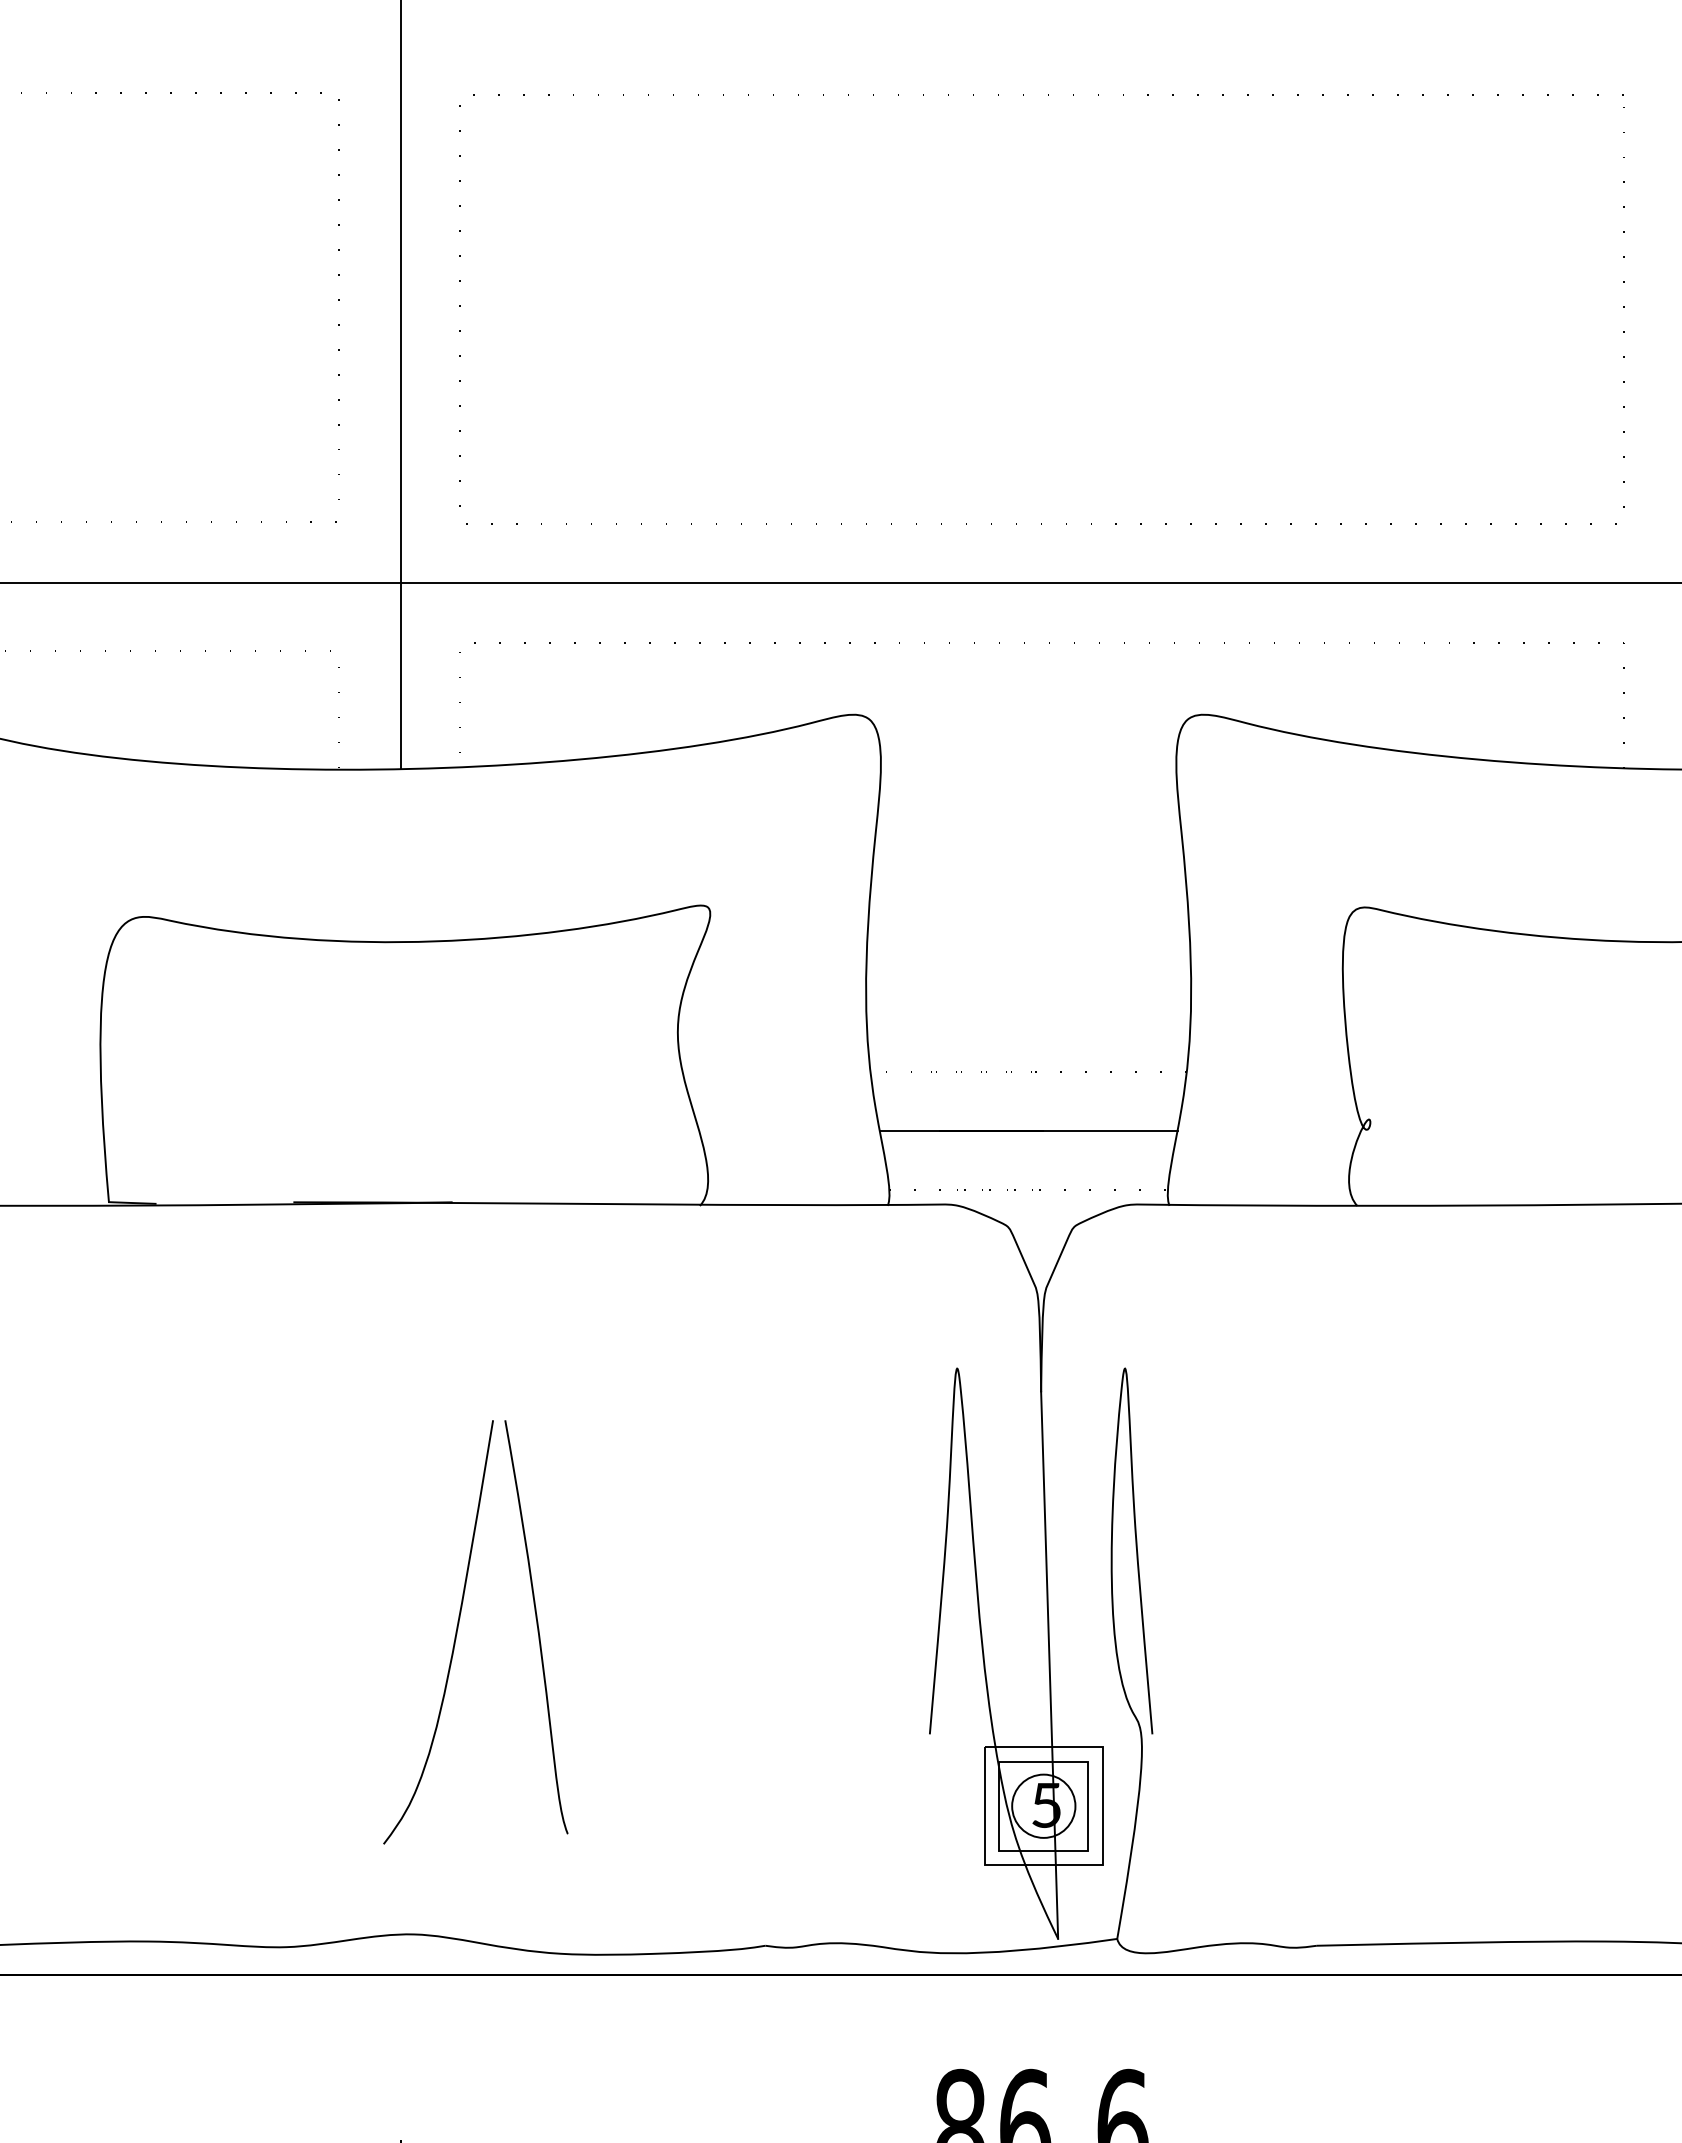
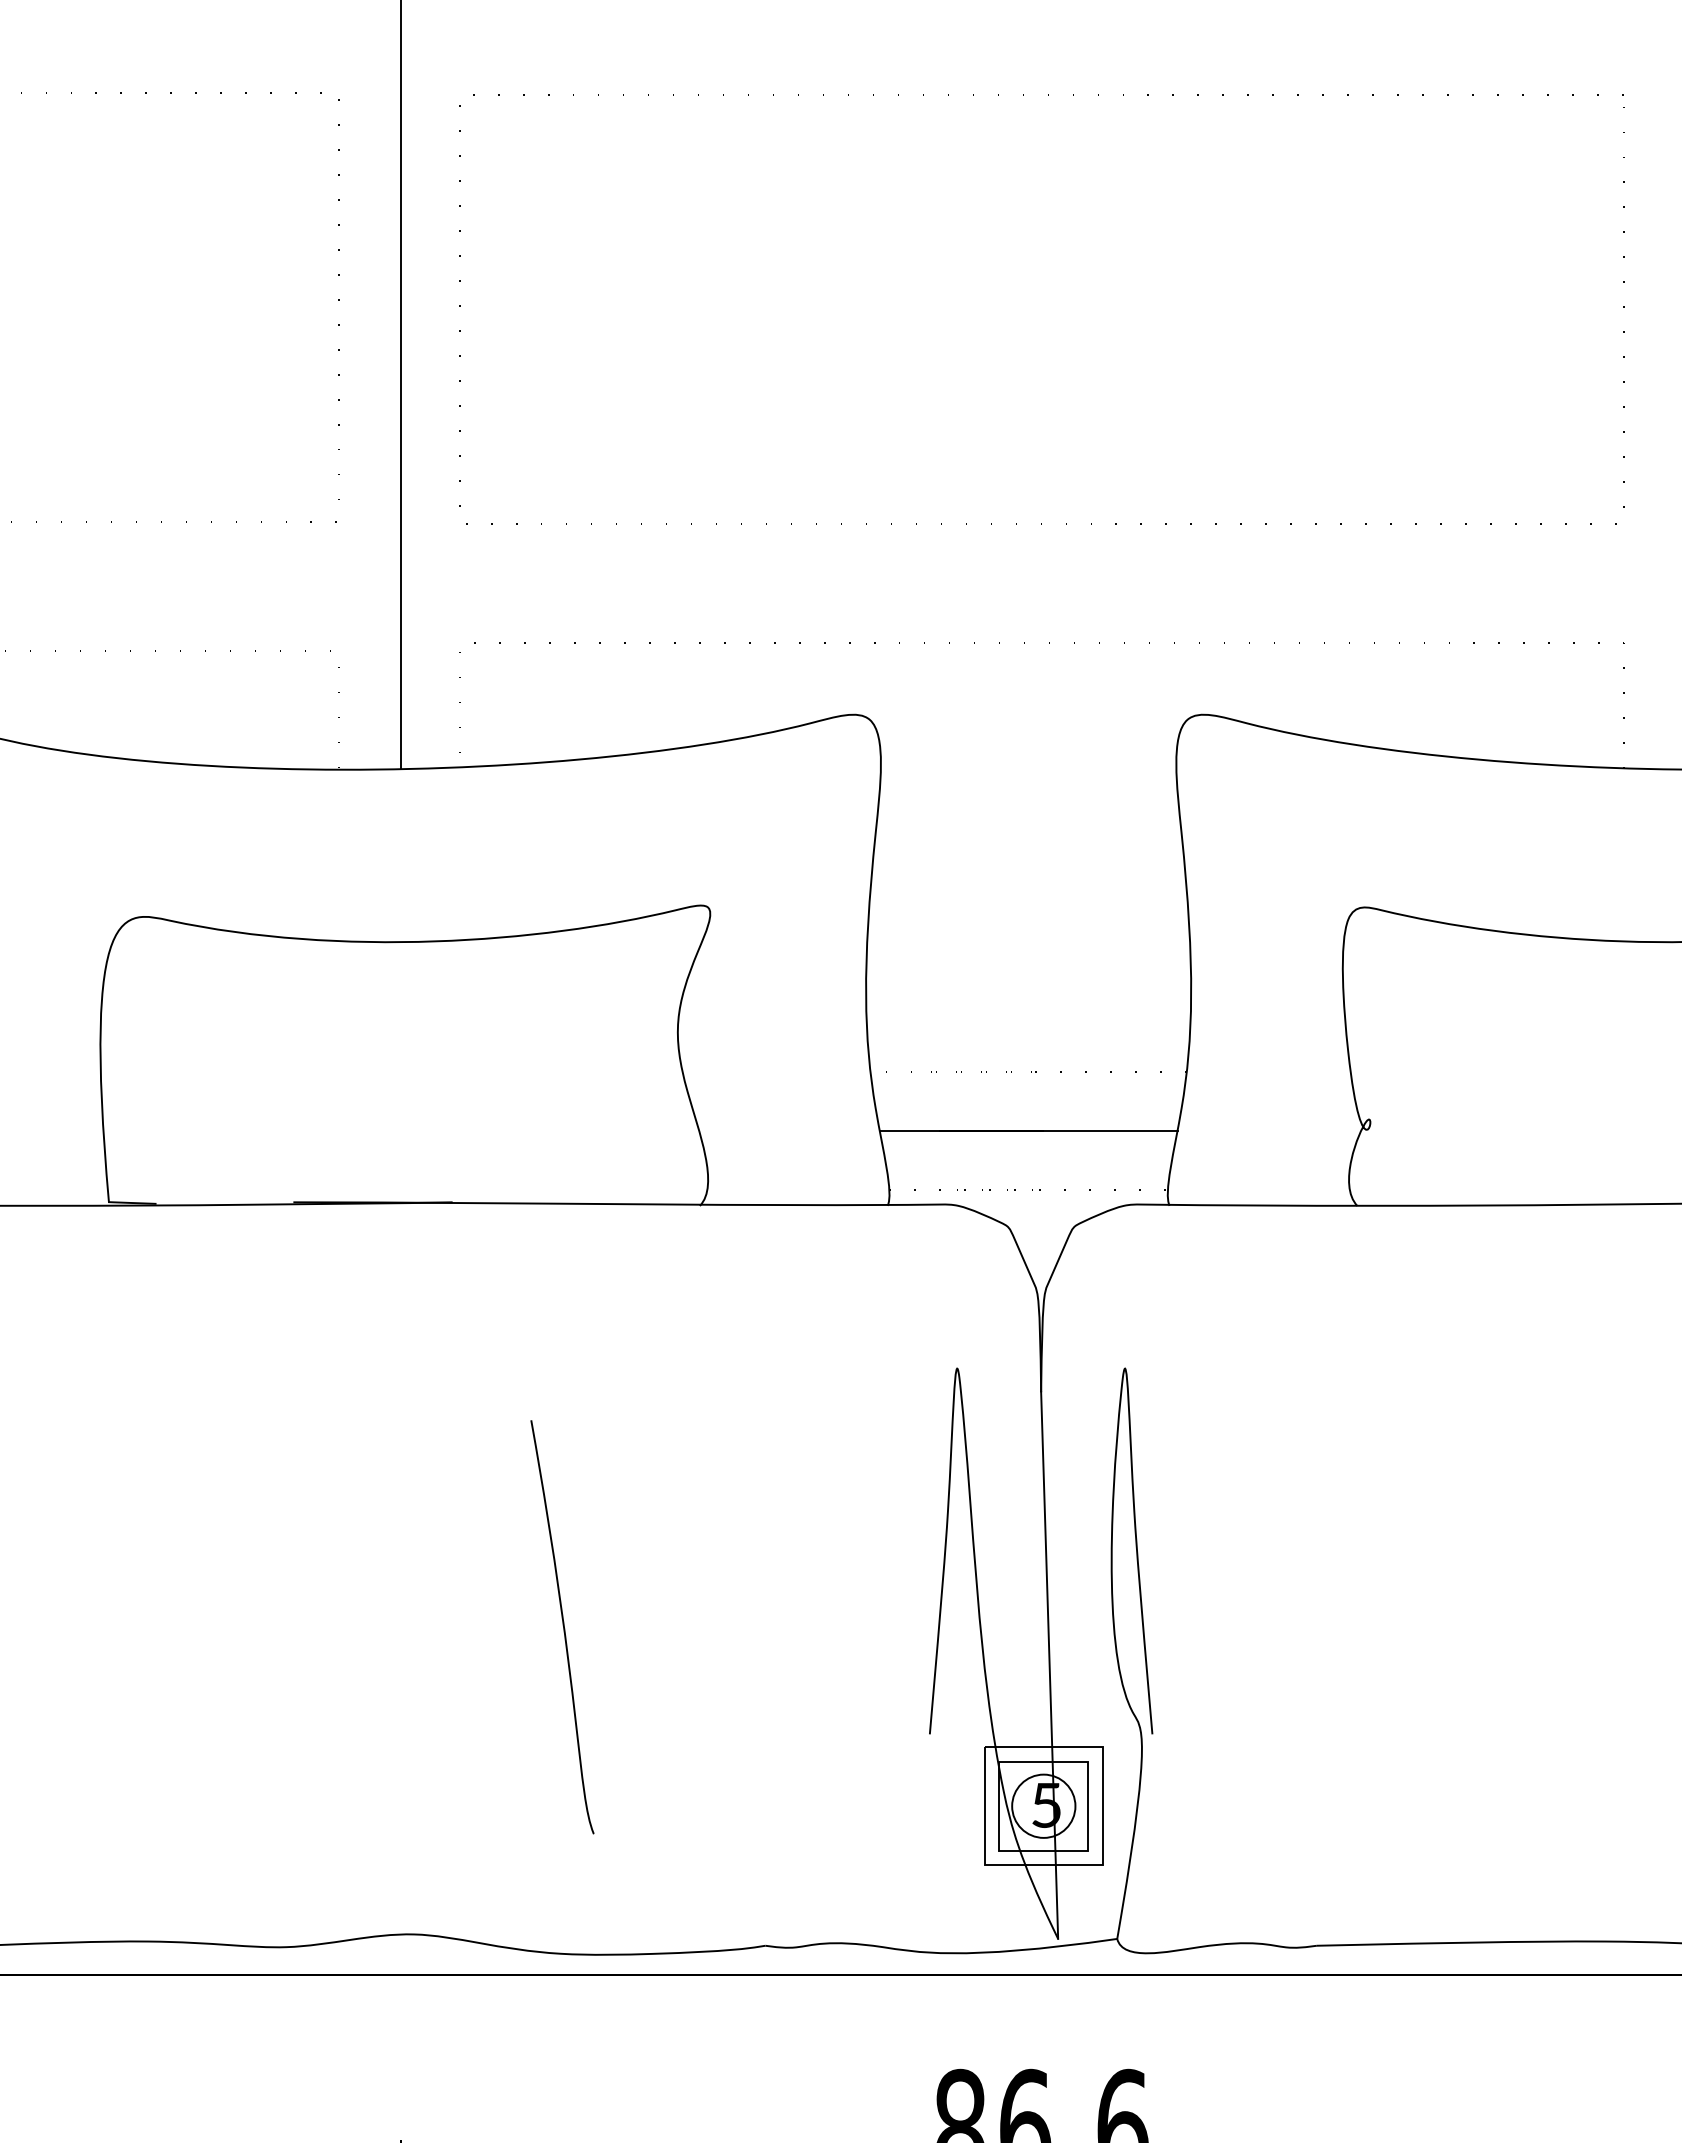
line at (840, 583): present -> none
curve at (537, 1627) position: (537, 1627) -> (563, 1627)
curve at (454, 1636): present -> none
